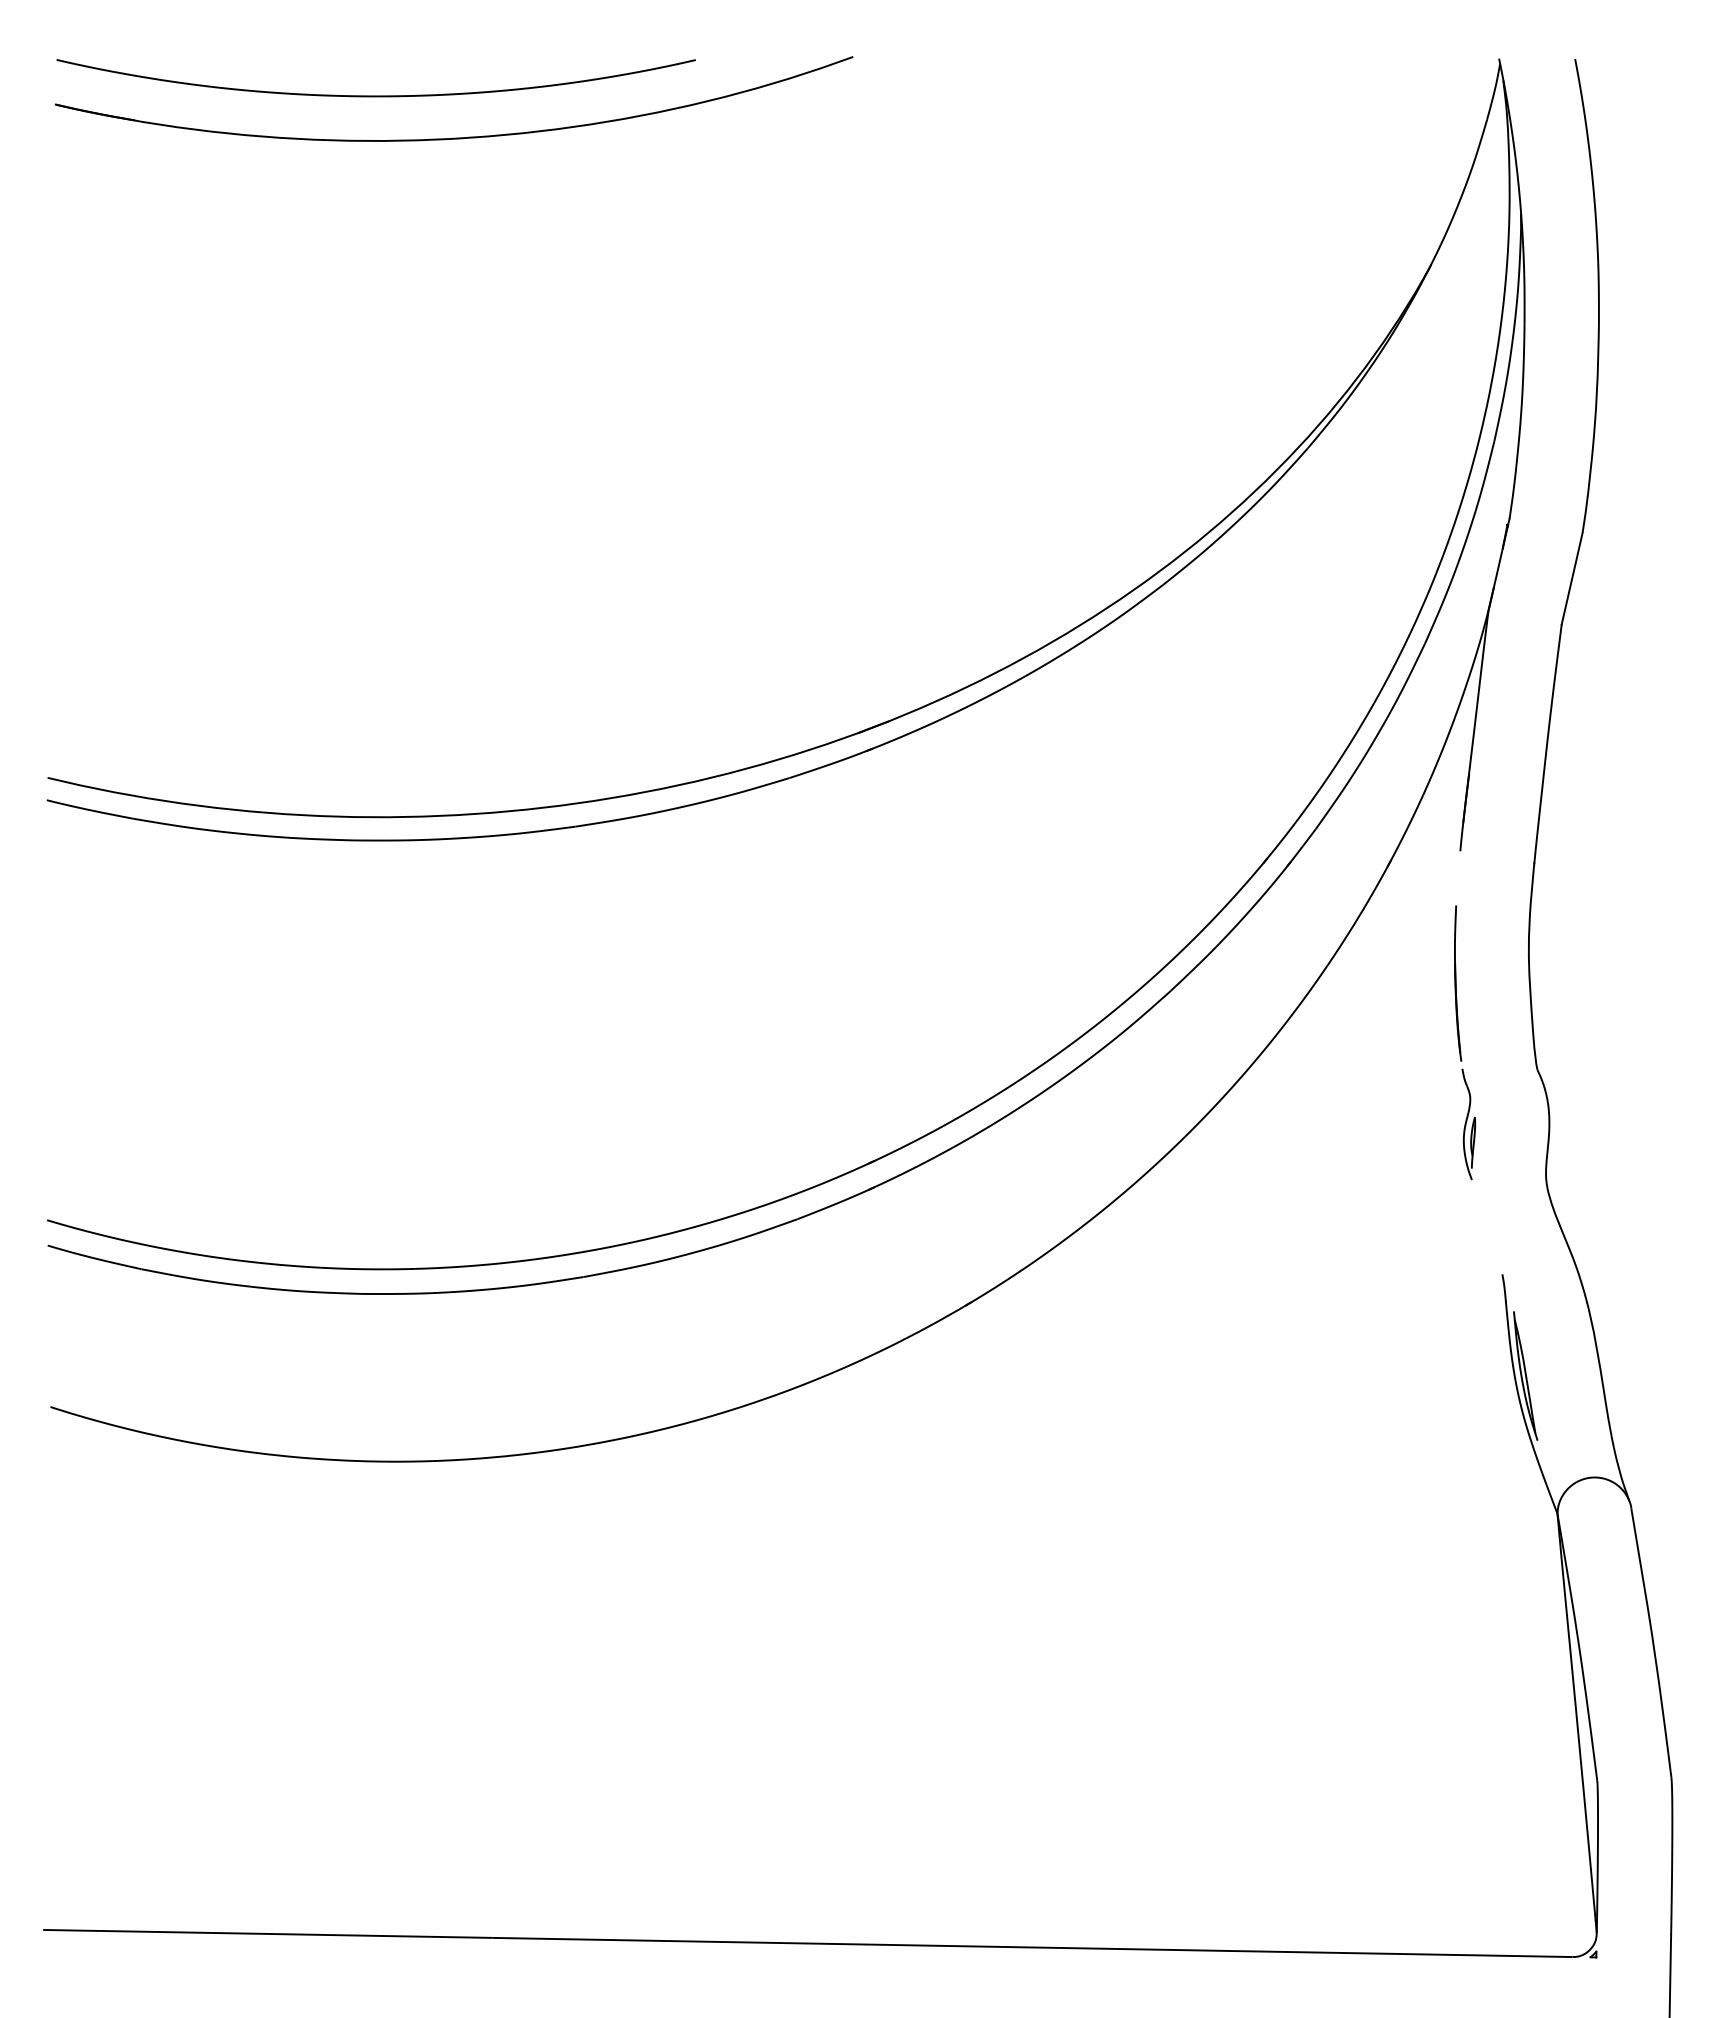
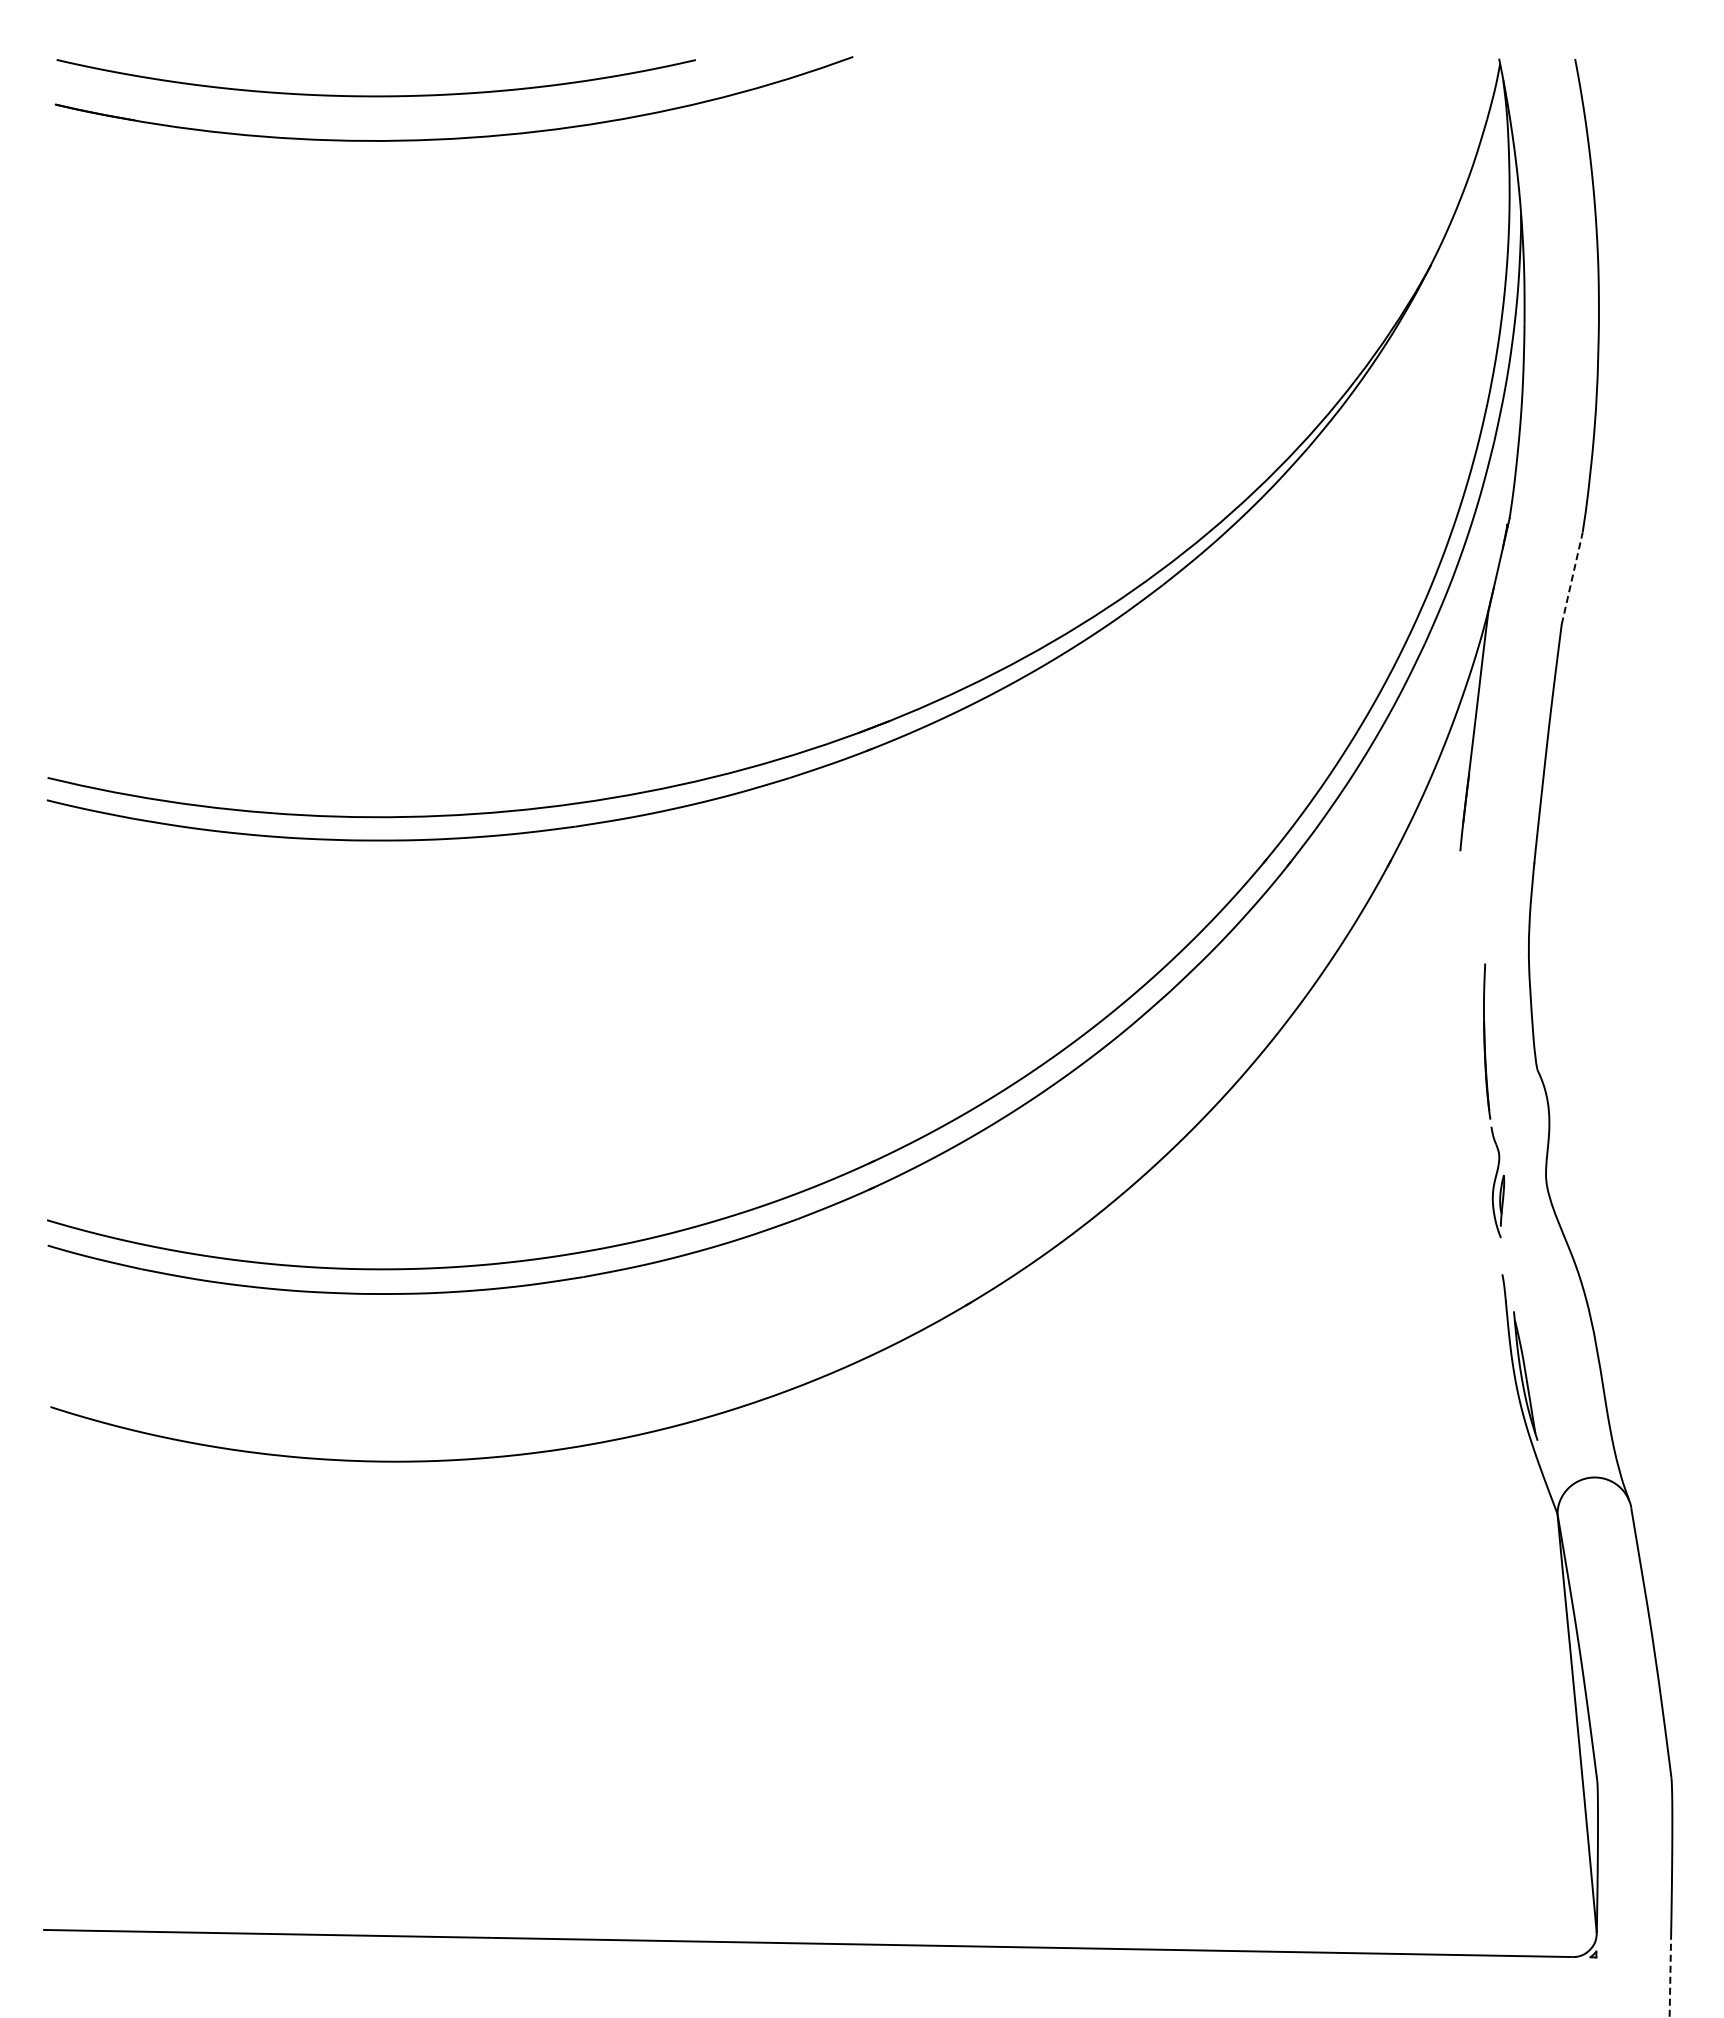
line at (1572, 578): solid -> dashed
part at (1465, 1042) position: (1465, 1042) -> (1494, 1100)
line at (1670, 1975): solid -> dashed
